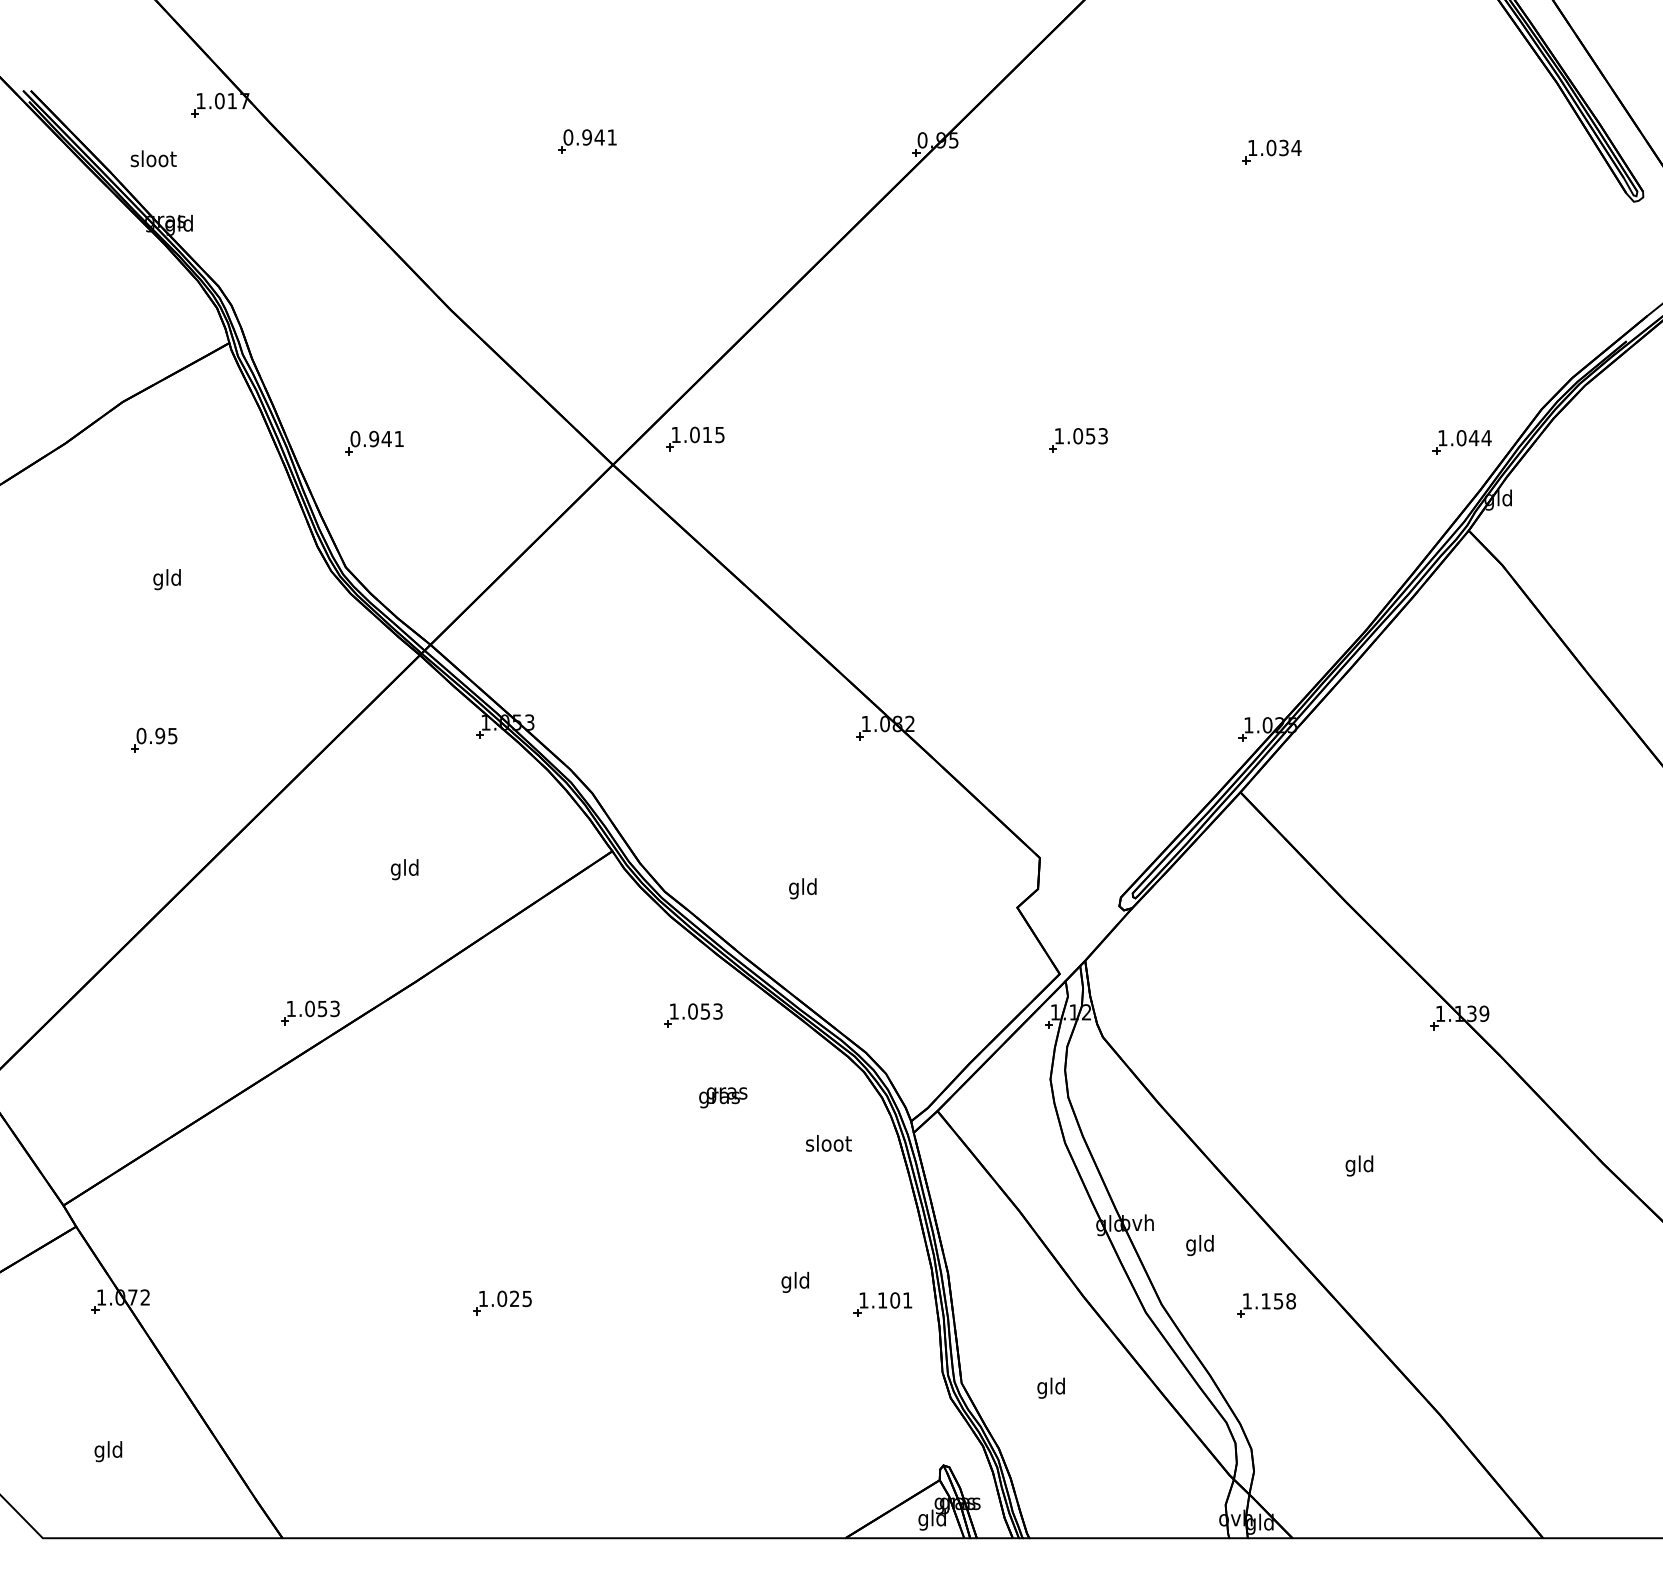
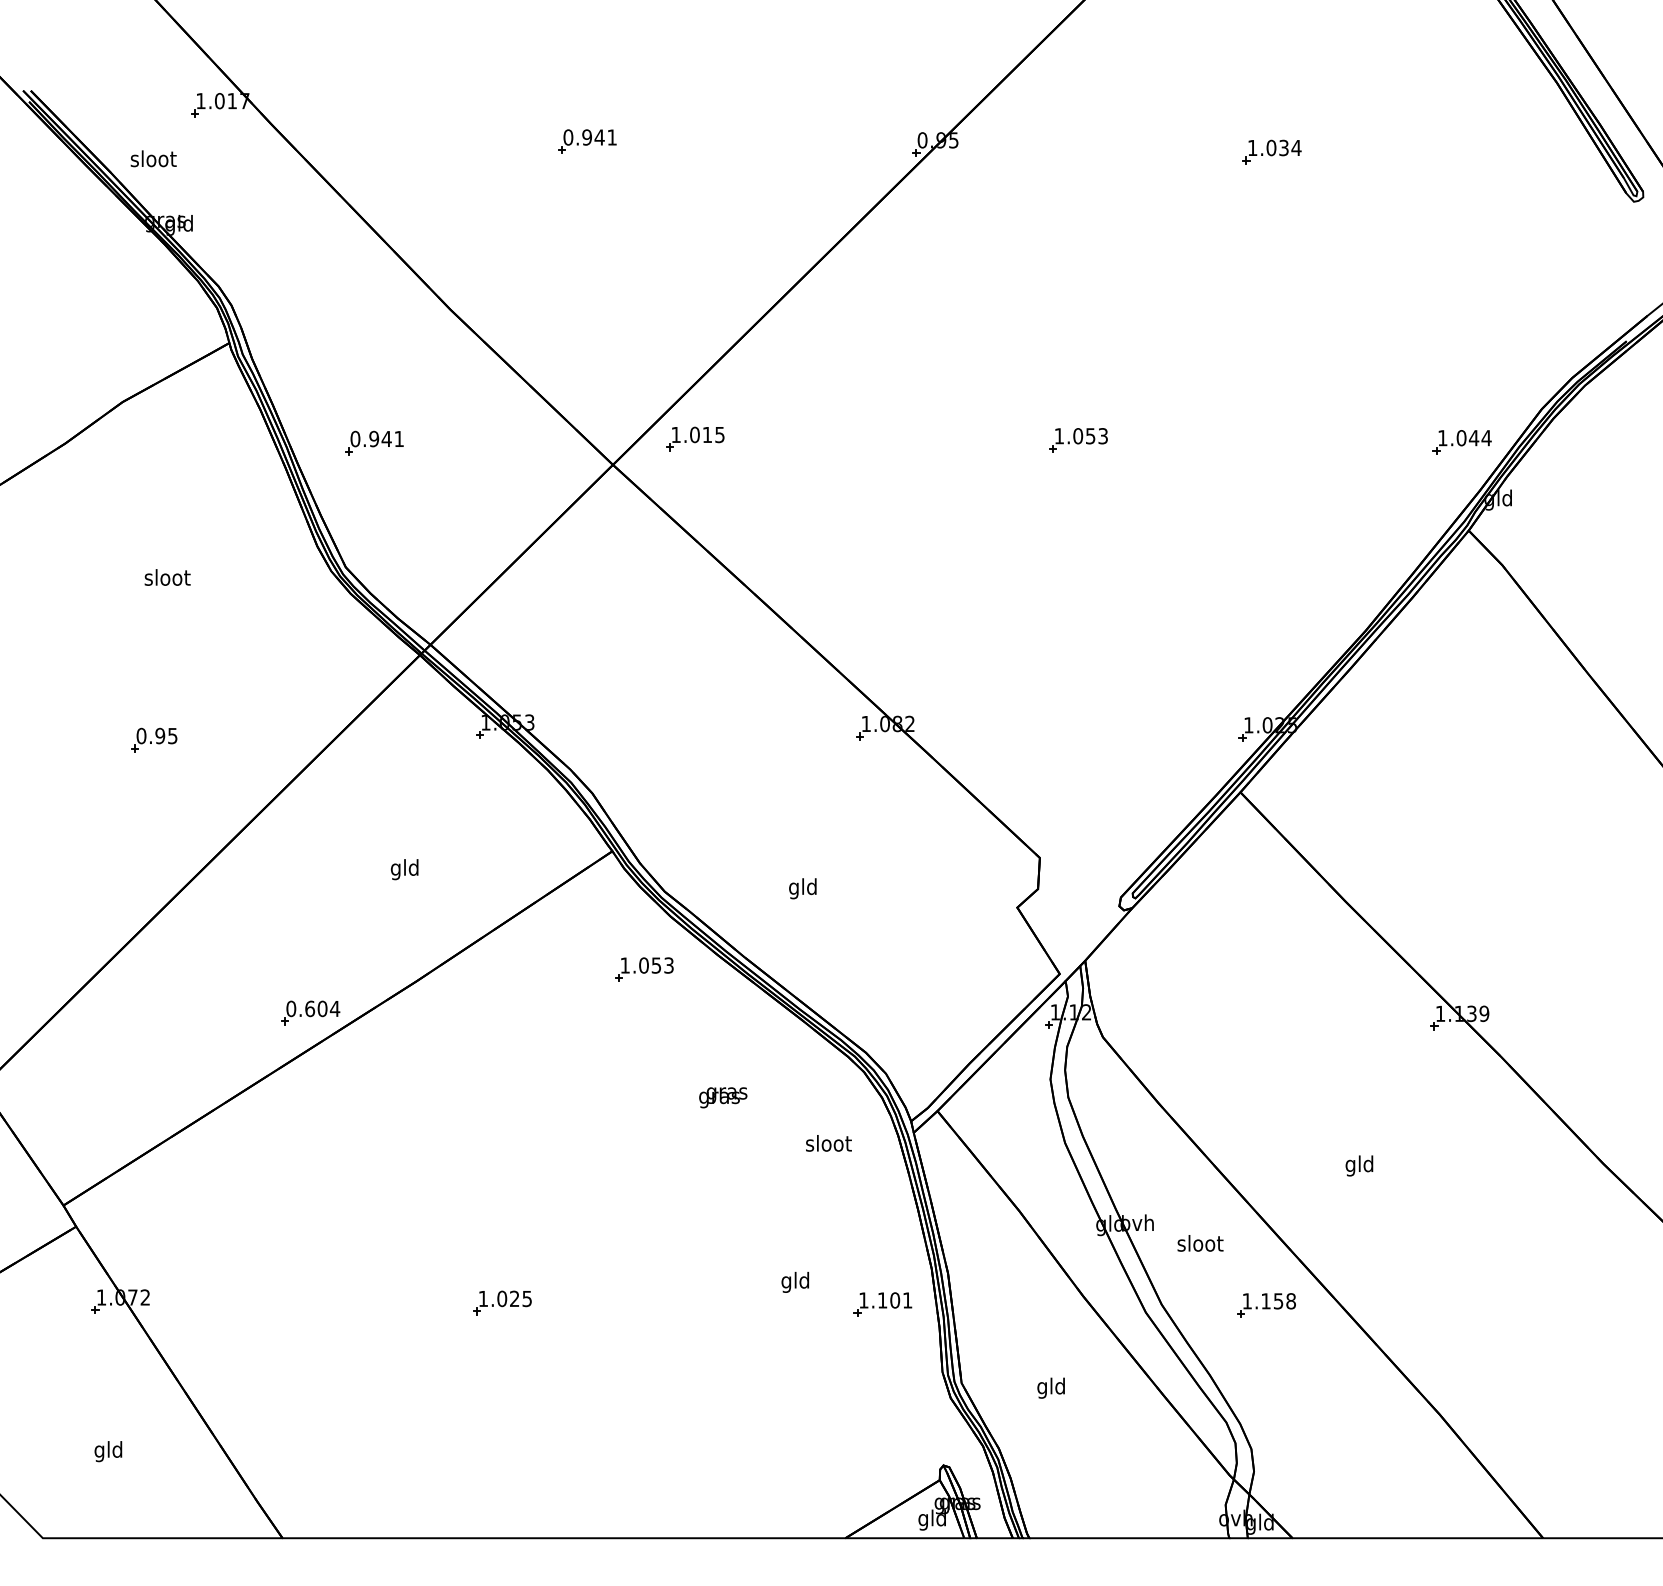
text at (167, 579): gld -> sloot
text at (313, 1008): 1.053 -> 0.604
part at (693, 1015) position: (693, 1015) -> (644, 969)
text at (1200, 1245): gld -> sloot
